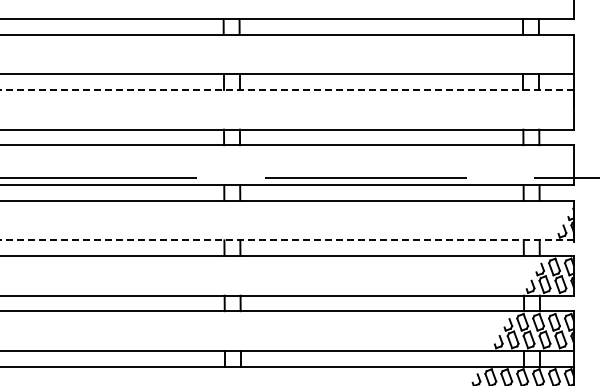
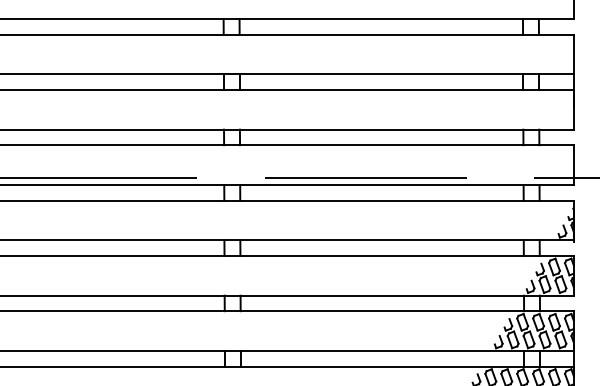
line at (286, 89): dashed -> solid
line at (286, 240): dashed -> solid
